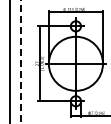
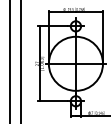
line at (21, 62): dashed -> solid
